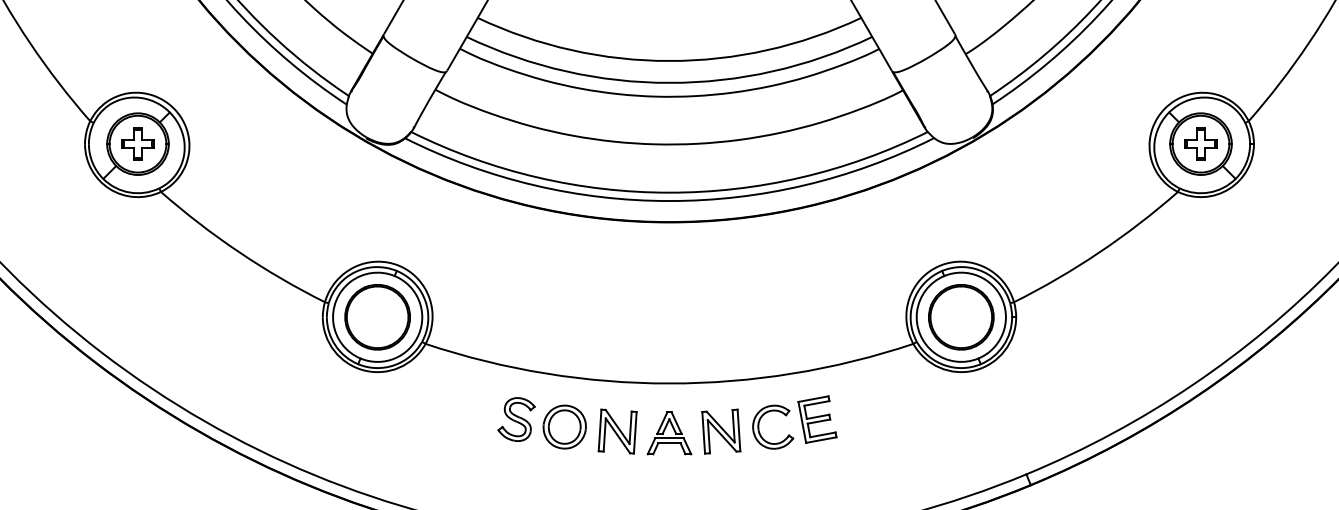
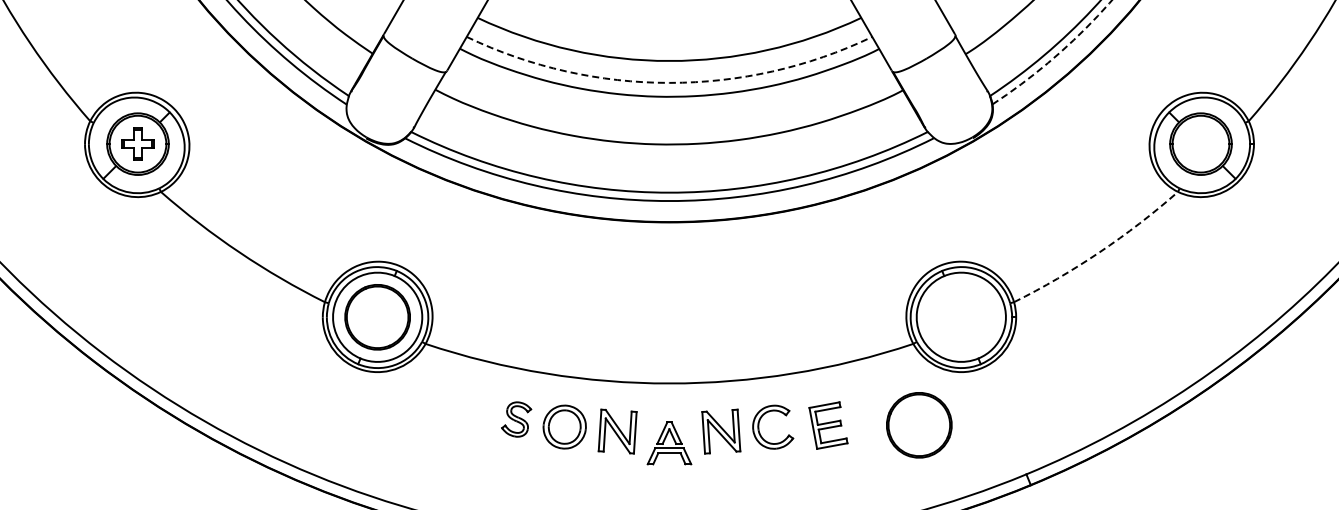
arc at (1056, 55): solid -> dashed
arc at (669, 82): solid -> dashed
part at (1200, 143): present -> none
arc at (1099, 252): solid -> dashed
part at (961, 317) position: (961, 317) -> (919, 425)
part at (516, 419) size: 39x45 px -> 32x37 px
part at (817, 419) position: (817, 419) -> (828, 425)
part at (669, 433) position: (669, 433) -> (669, 443)
